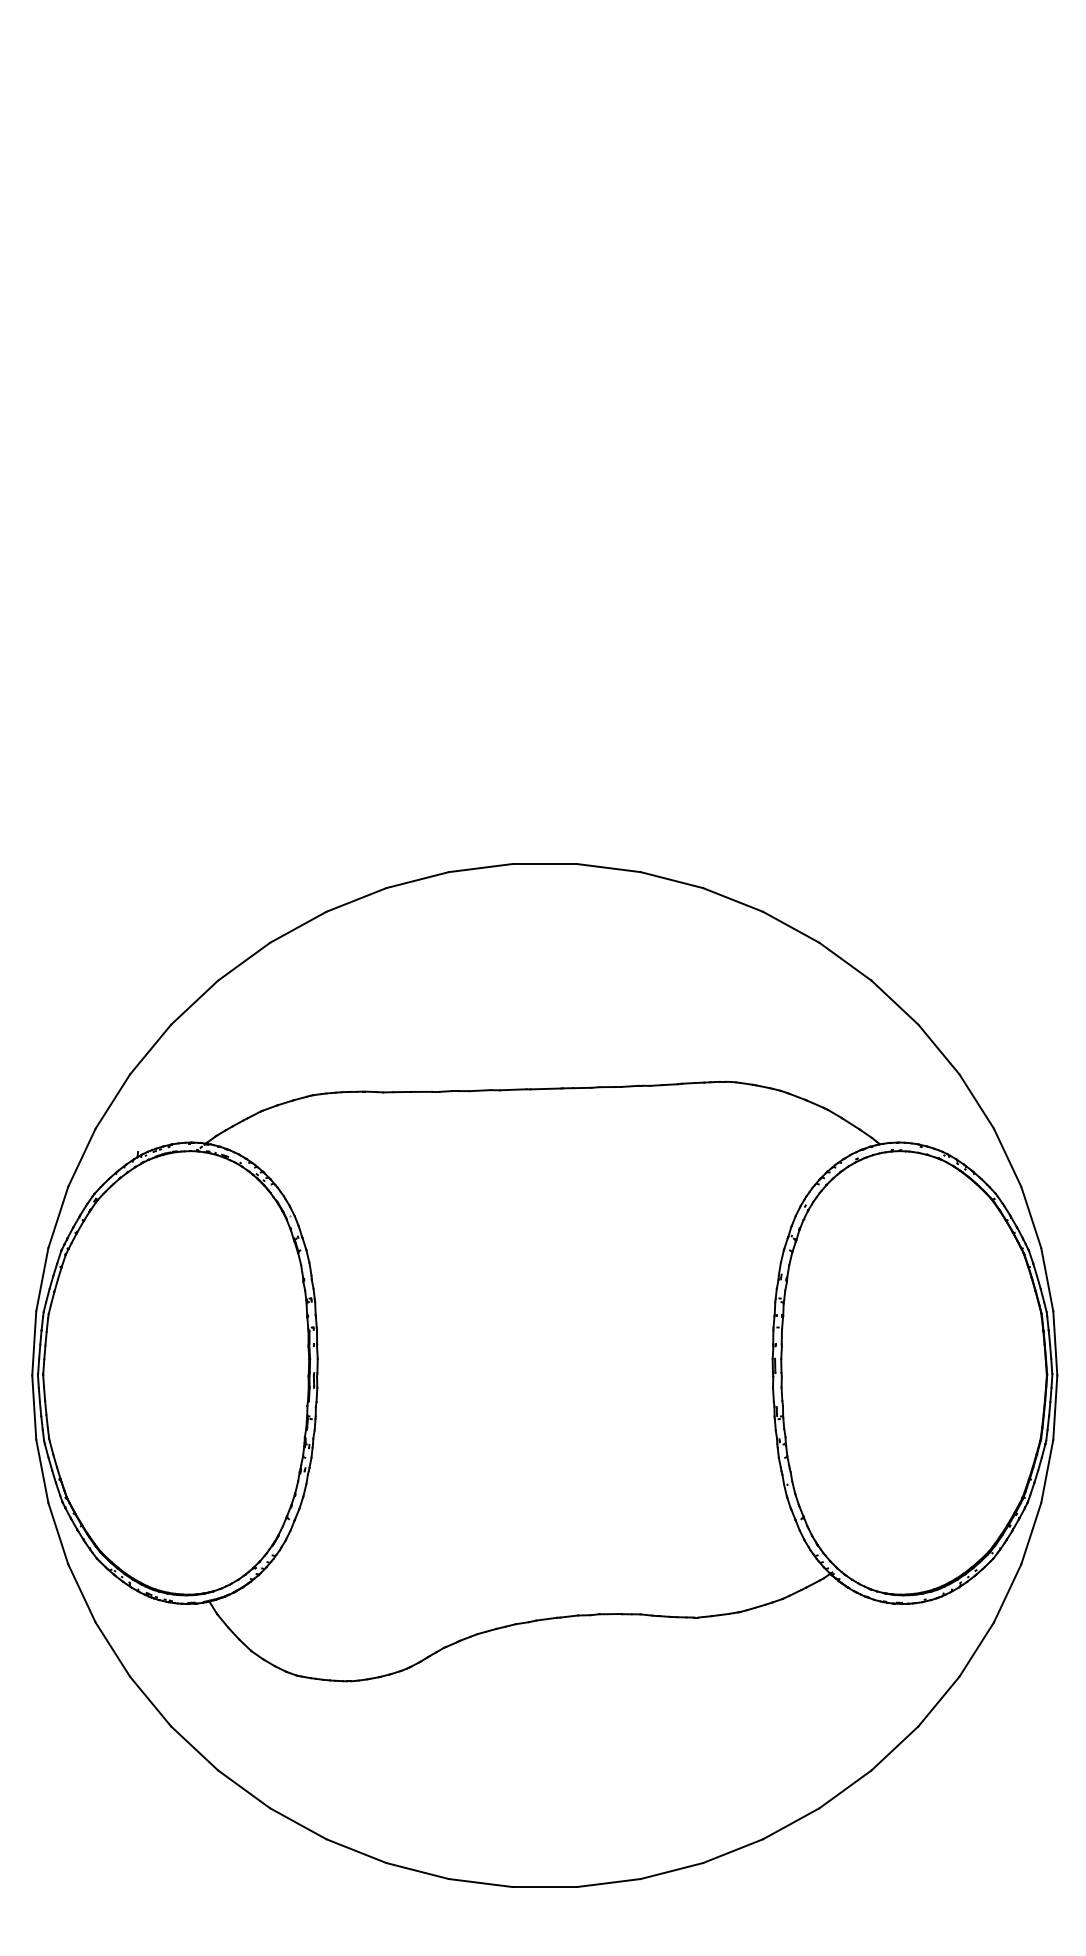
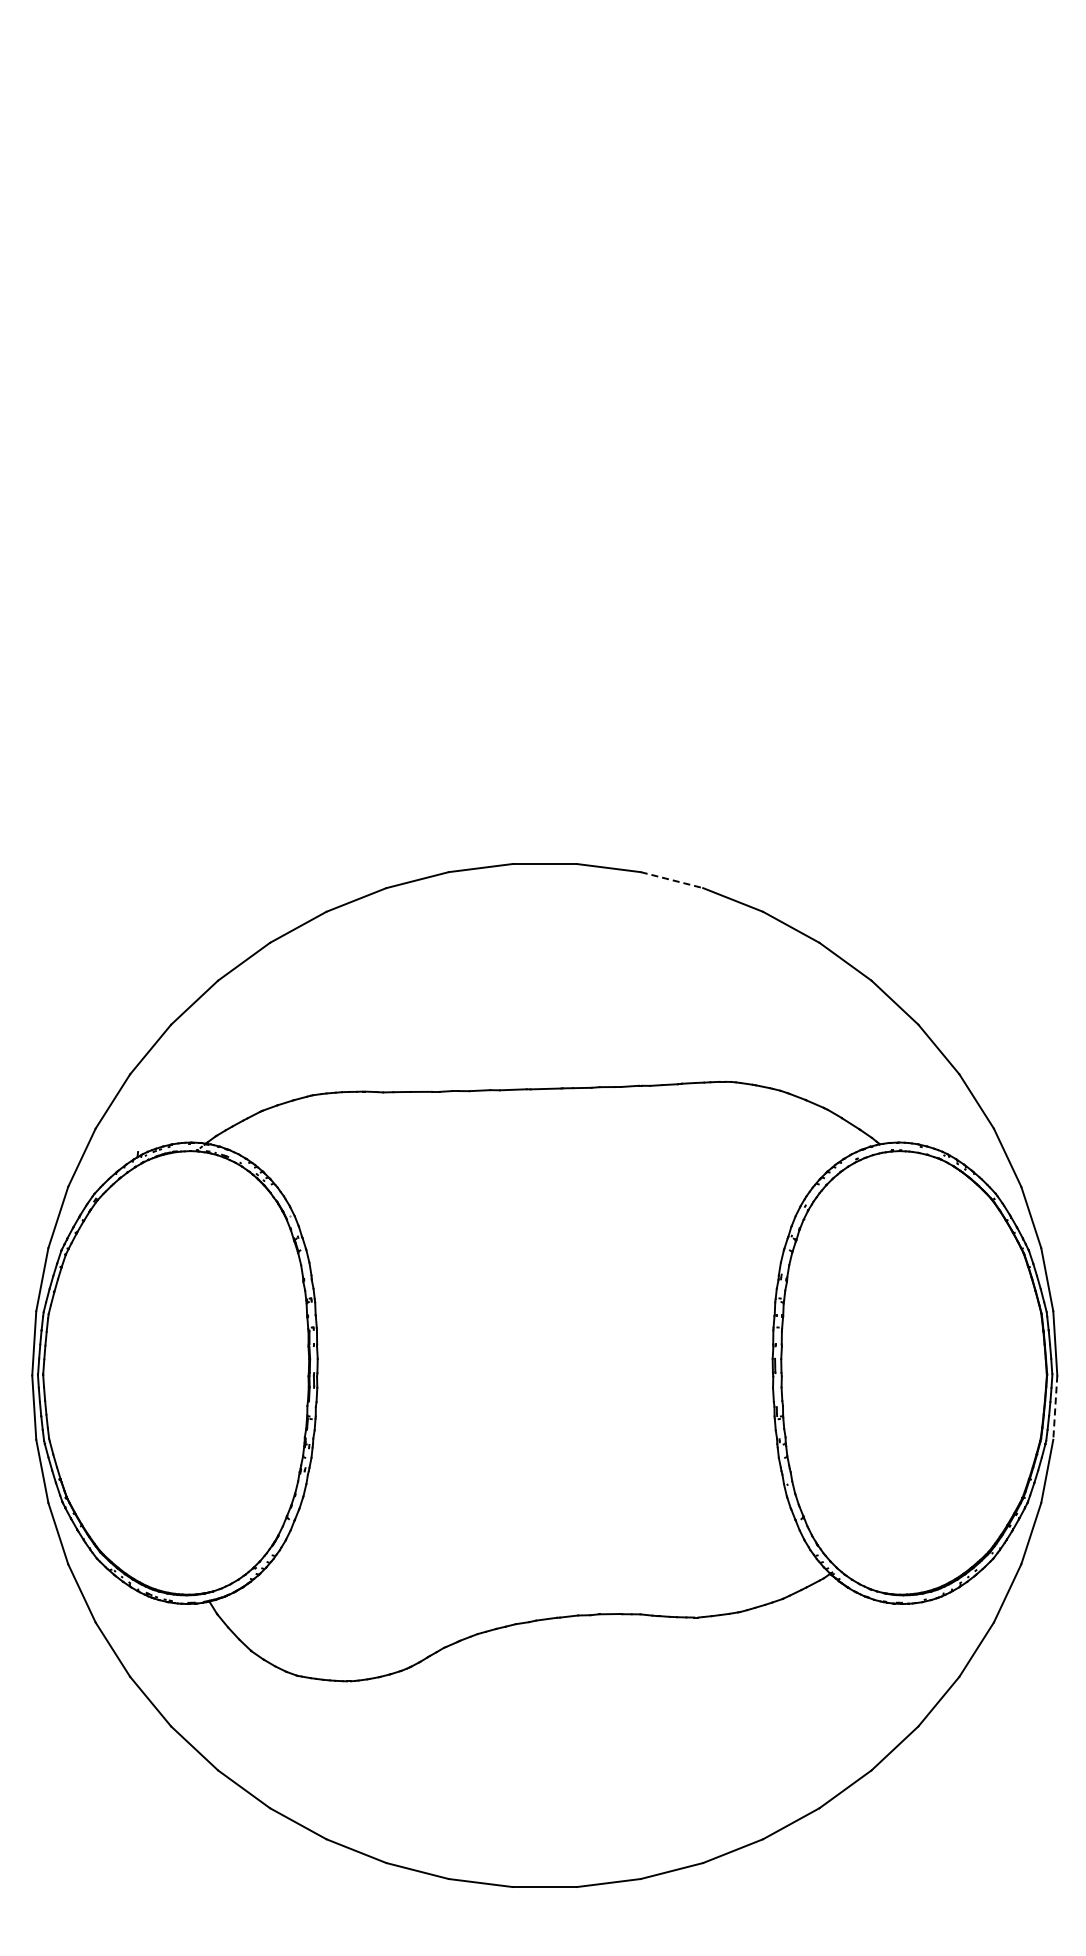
line at (672, 880): solid -> dashed
line at (1055, 1408): solid -> dashed
